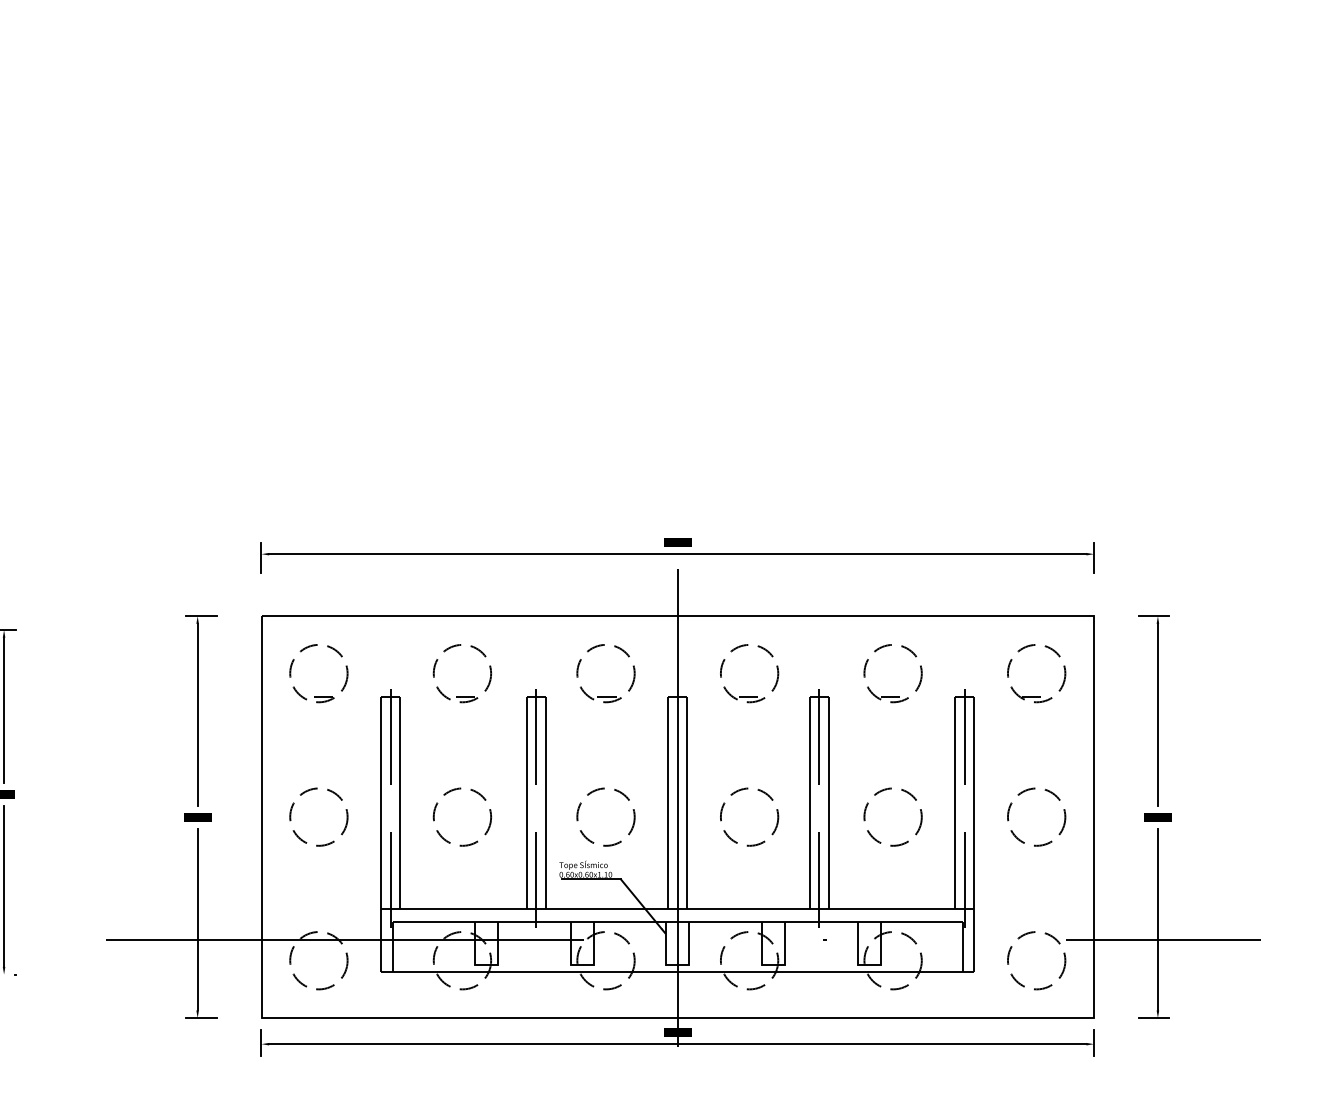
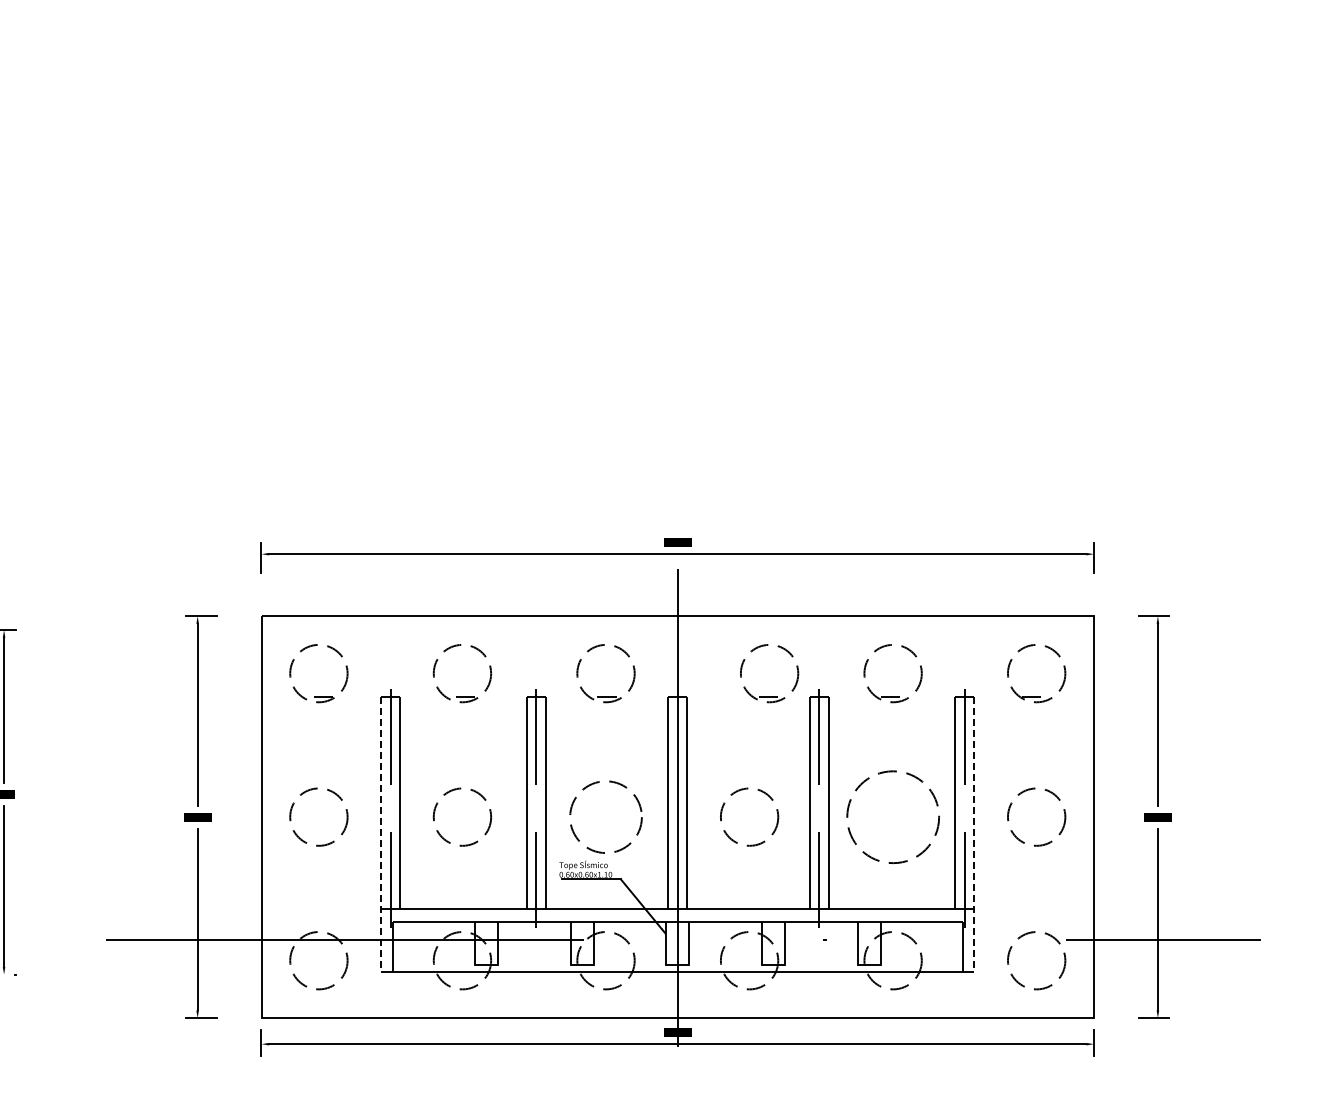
part at (749, 696) position: (749, 696) -> (769, 696)
circle at (605, 816) size: 60x60 px -> 74x74 px
circle at (892, 816) size: 60x60 px -> 94x94 px
line at (381, 834): solid -> dashed
line at (974, 834): solid -> dashed
